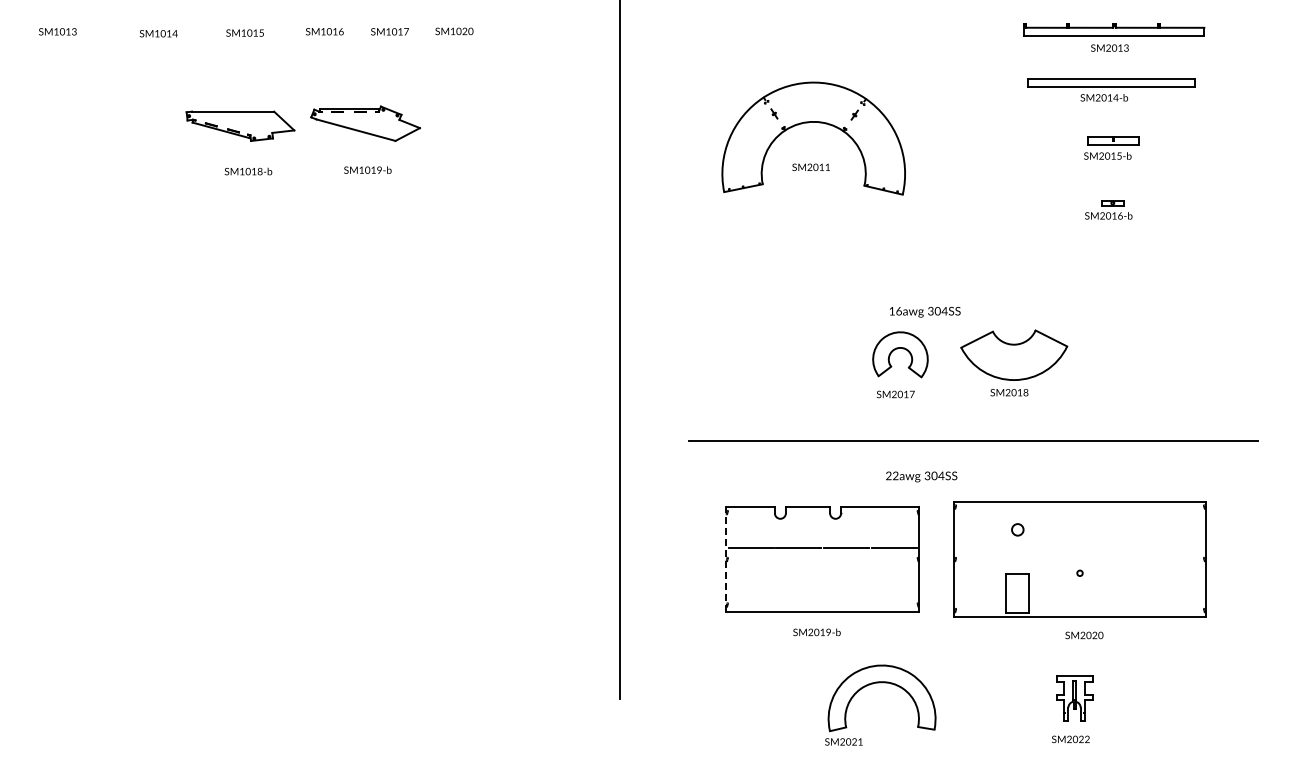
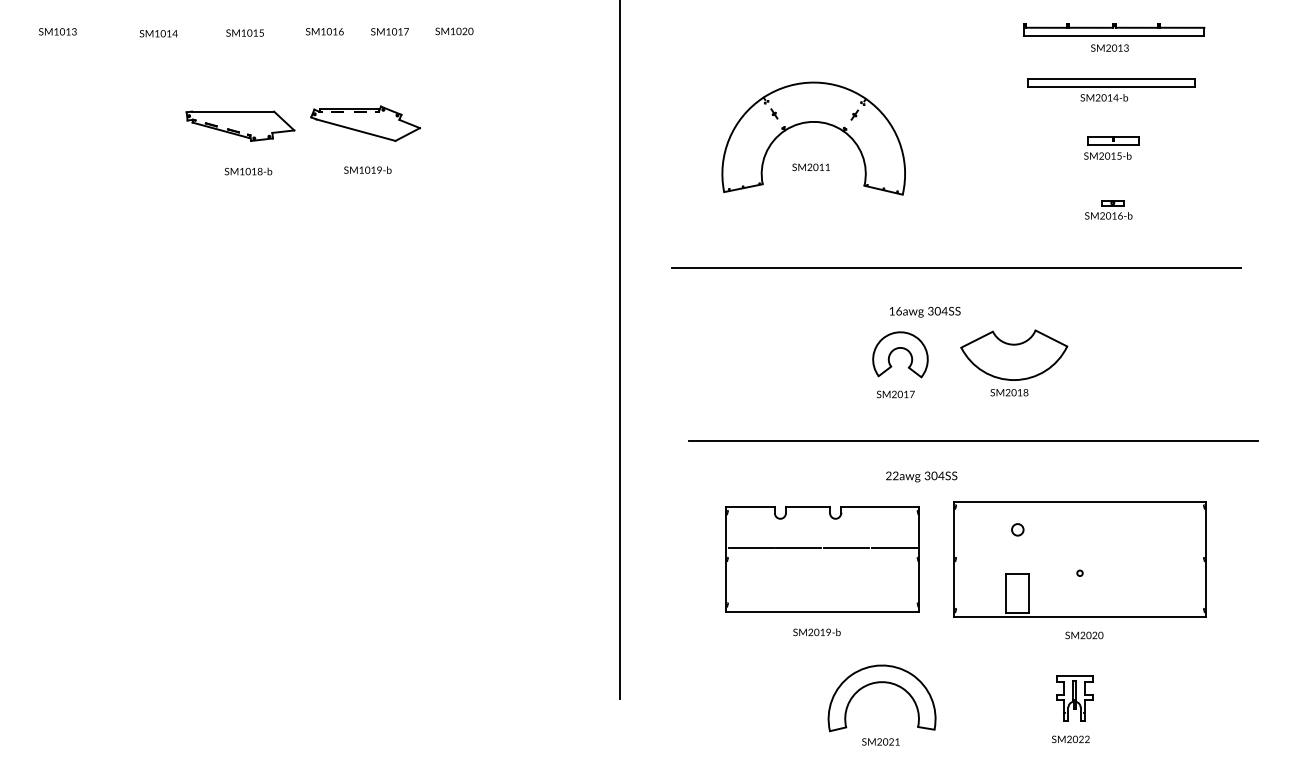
line at (956, 267): none -> present
line at (726, 559): dashed -> solid
text at (843, 741) position: (843, 741) -> (880, 741)
